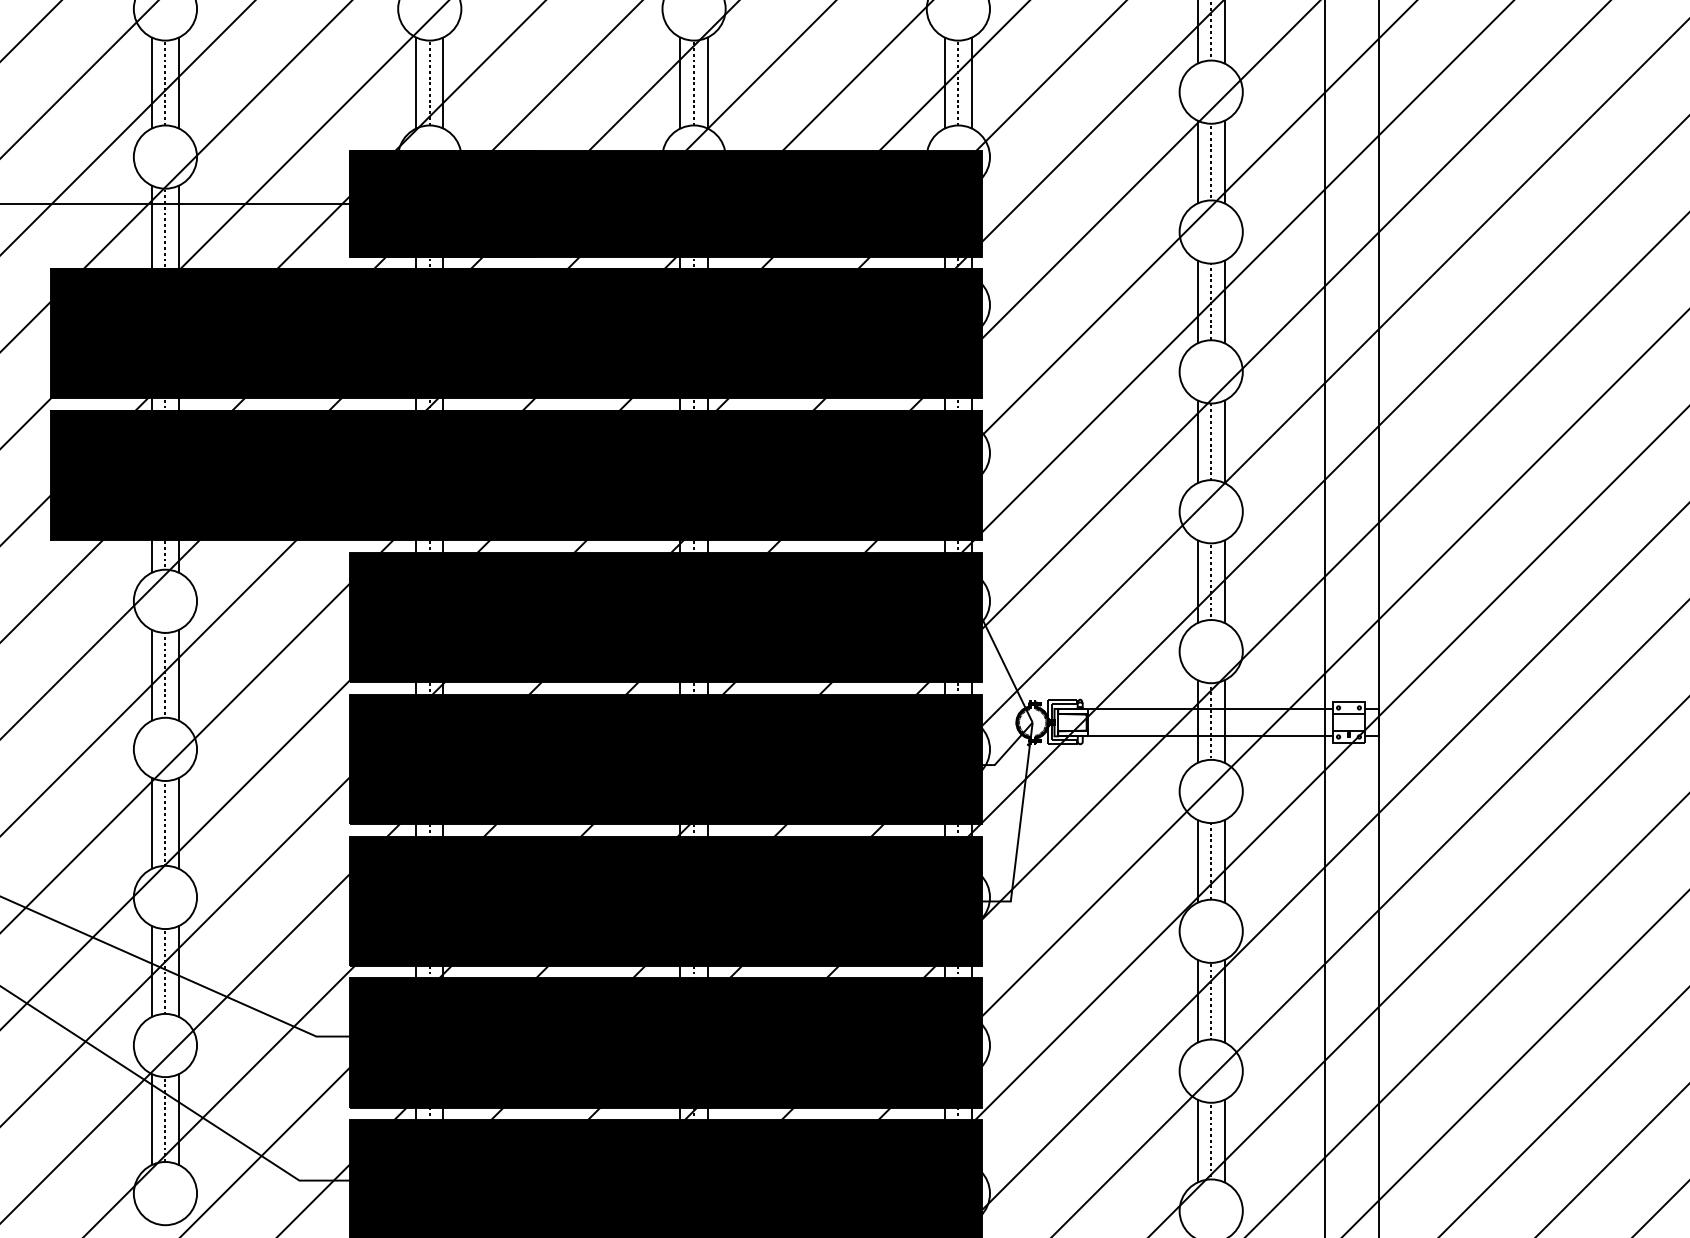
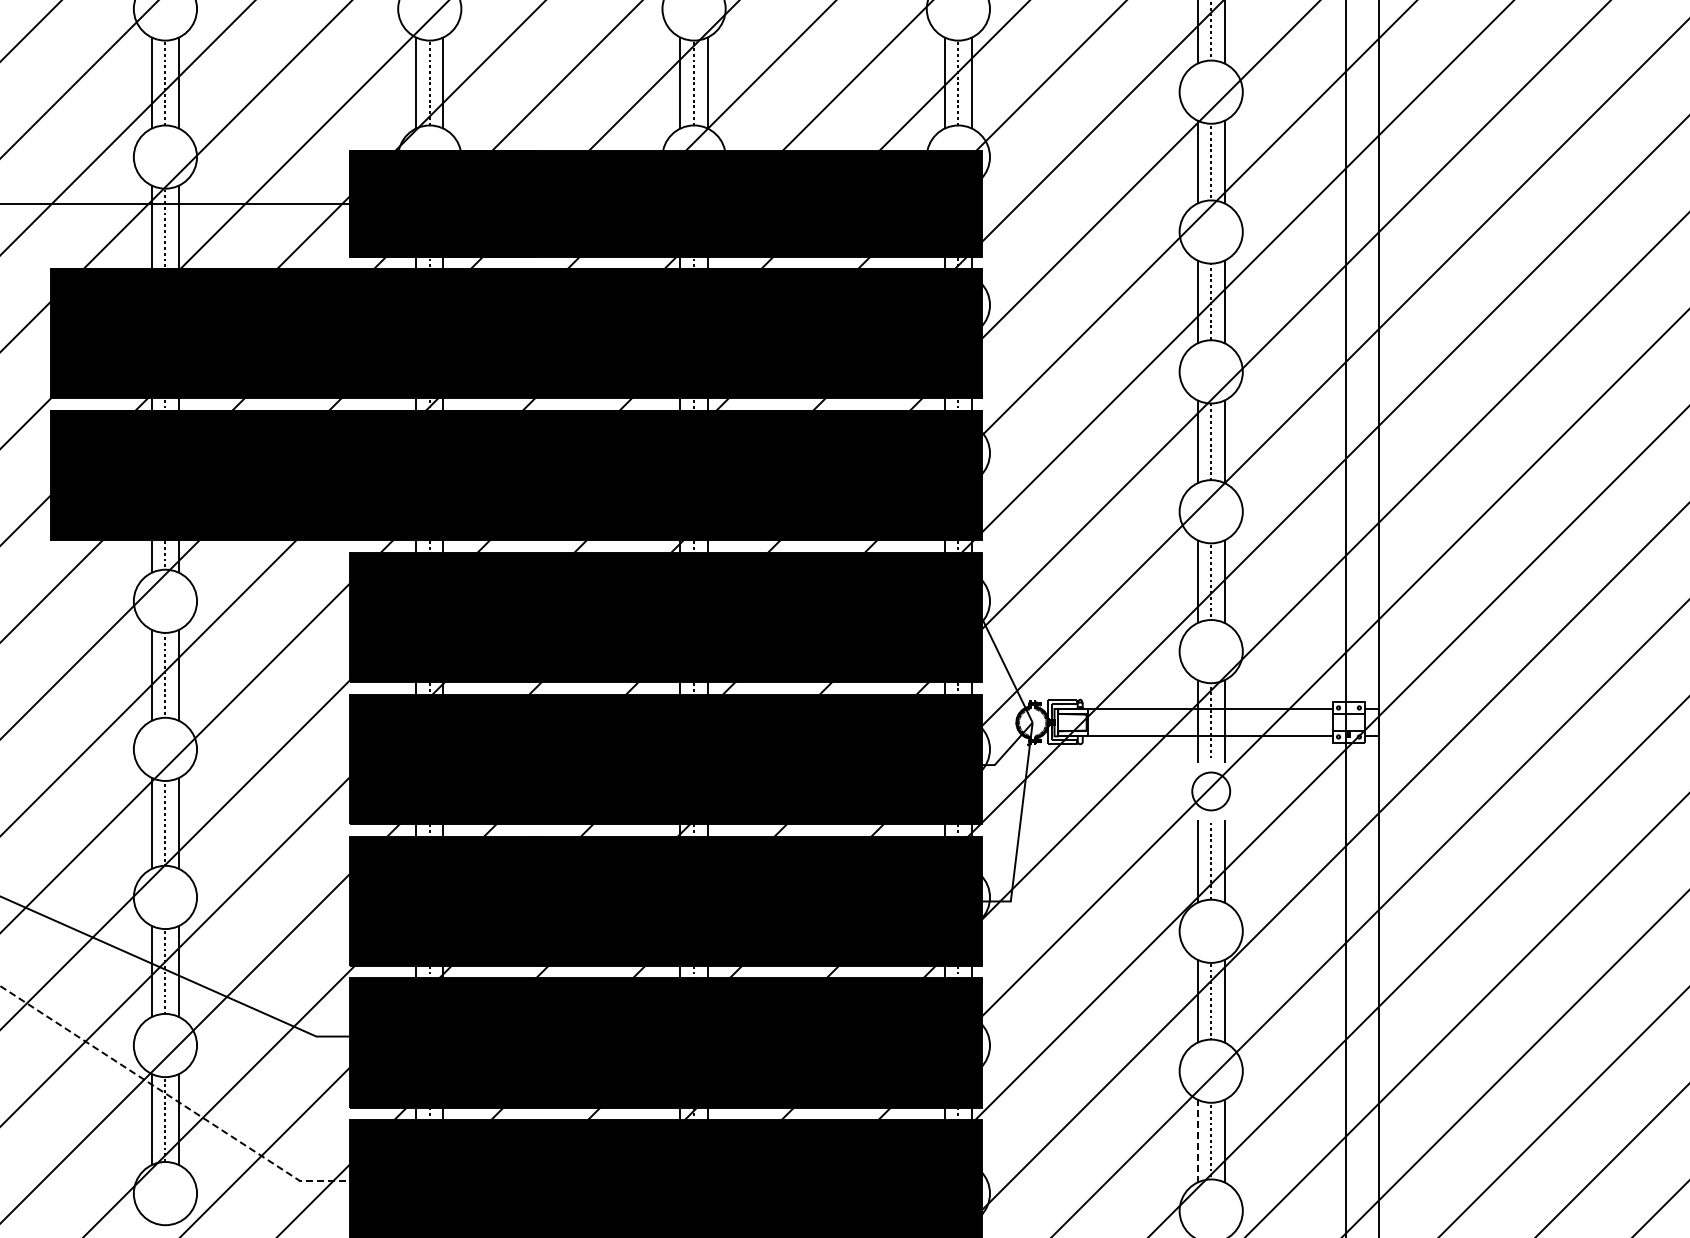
line at (1324, 618) position: (1324, 618) -> (1345, 618)
circle at (1210, 791) diameter: 63 px -> 38 px
line at (172, 1097): solid -> dashed
line at (1197, 1140): solid -> dashed
